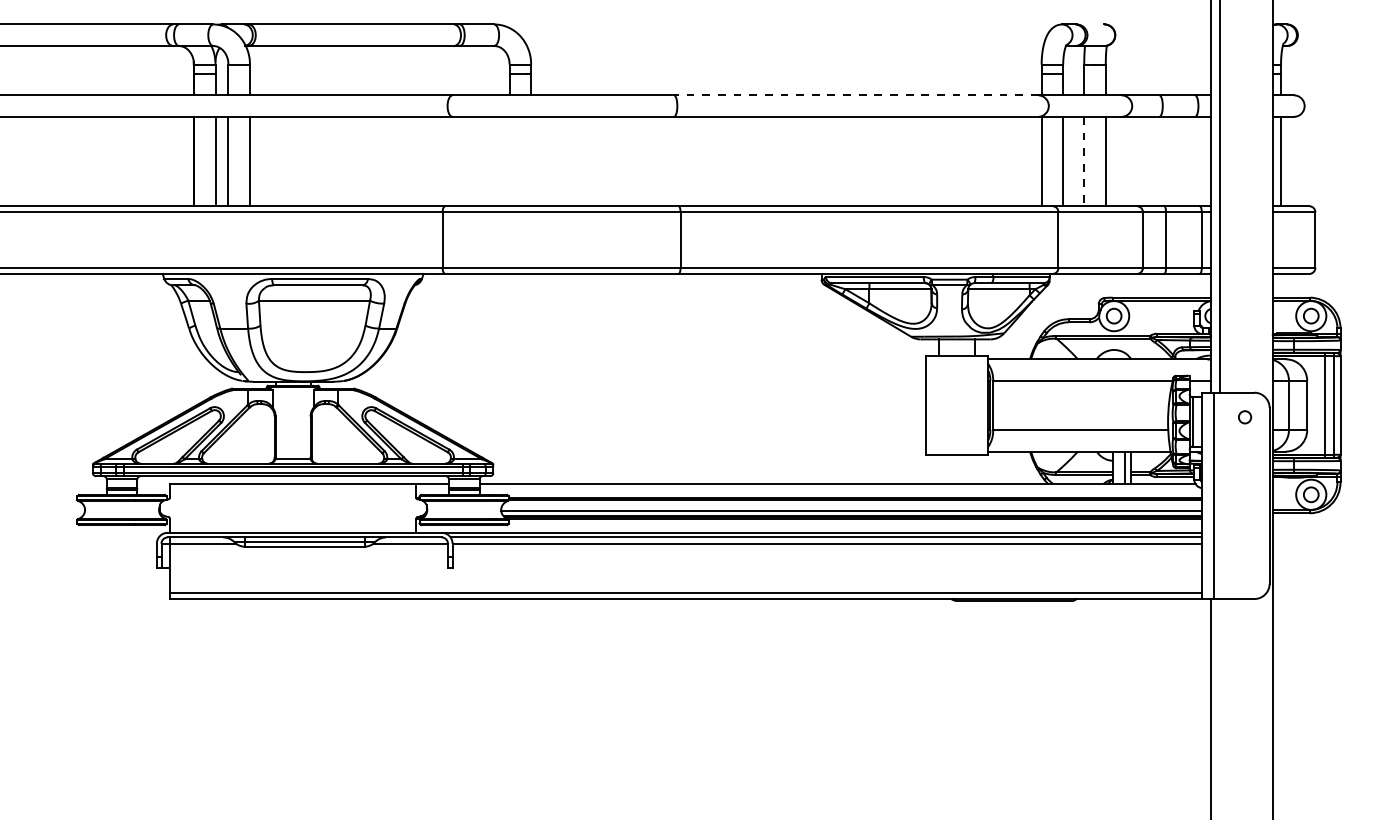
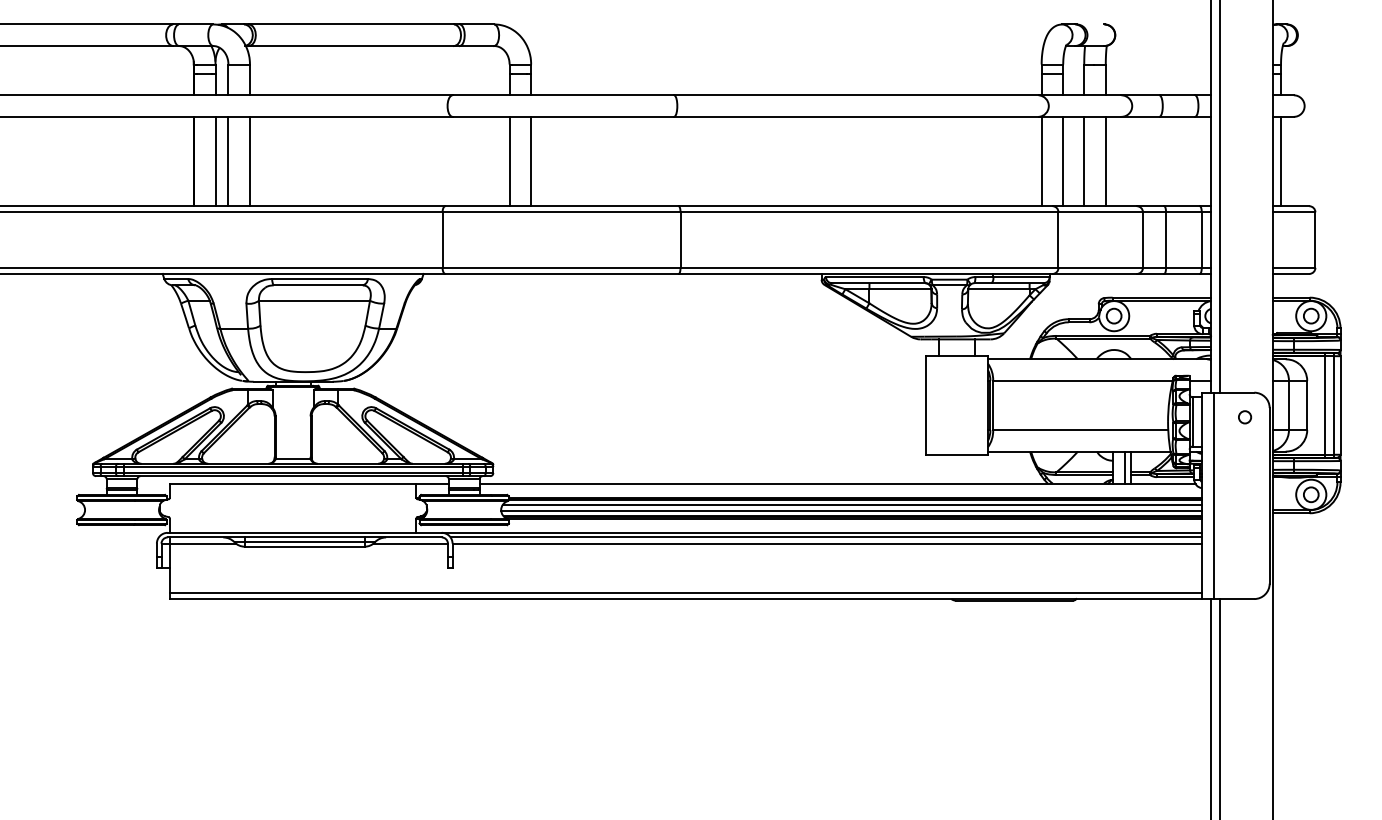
line at (855, 95): dashed -> solid
line at (509, 161): none -> present
line at (531, 161): none -> present
line at (1084, 161): dashed -> solid
line at (851, 505): none -> present
line at (1219, 707): none -> present
